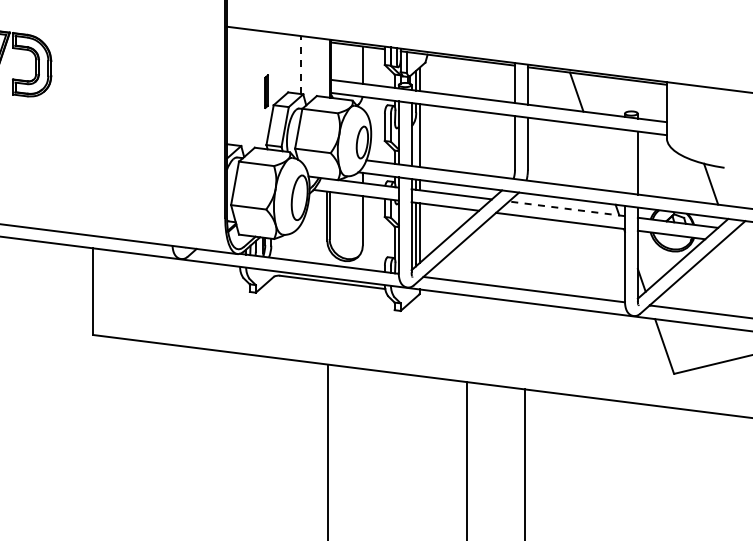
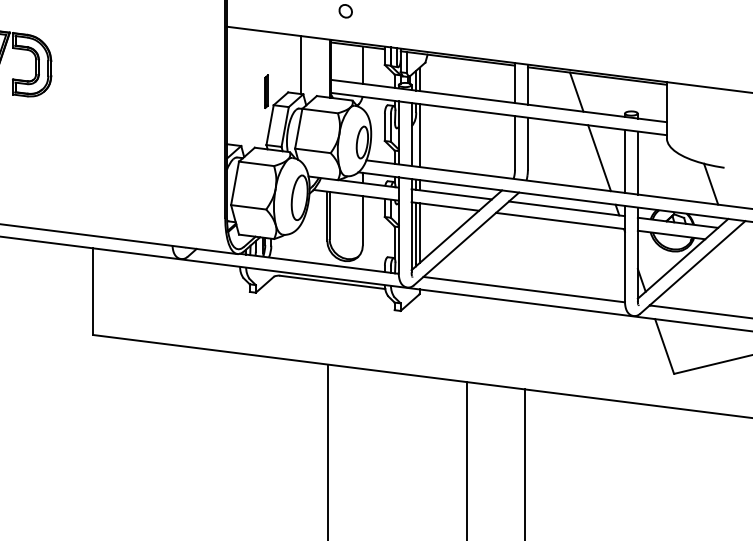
part at (345, 11): none -> present
line at (300, 65): dashed -> solid
line at (599, 158): none -> present
line at (624, 160): none -> present
line at (566, 208): dashed -> solid
